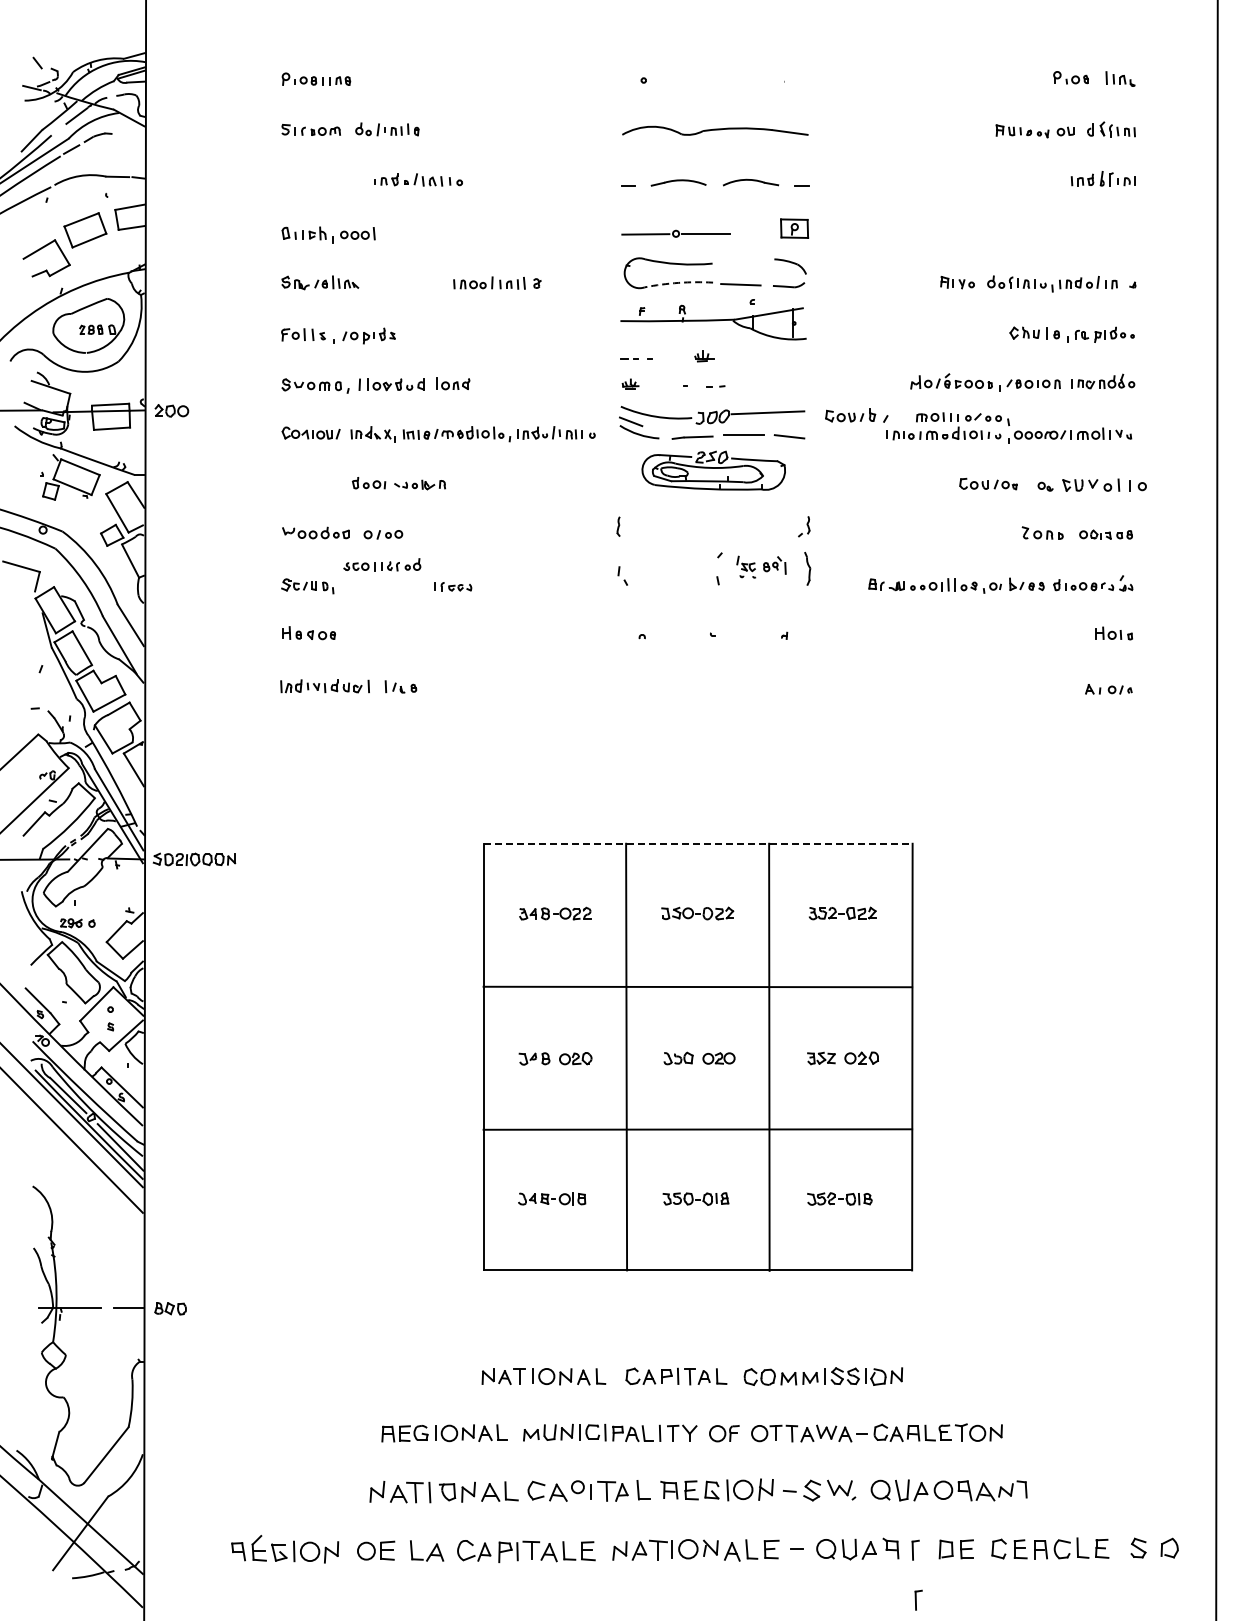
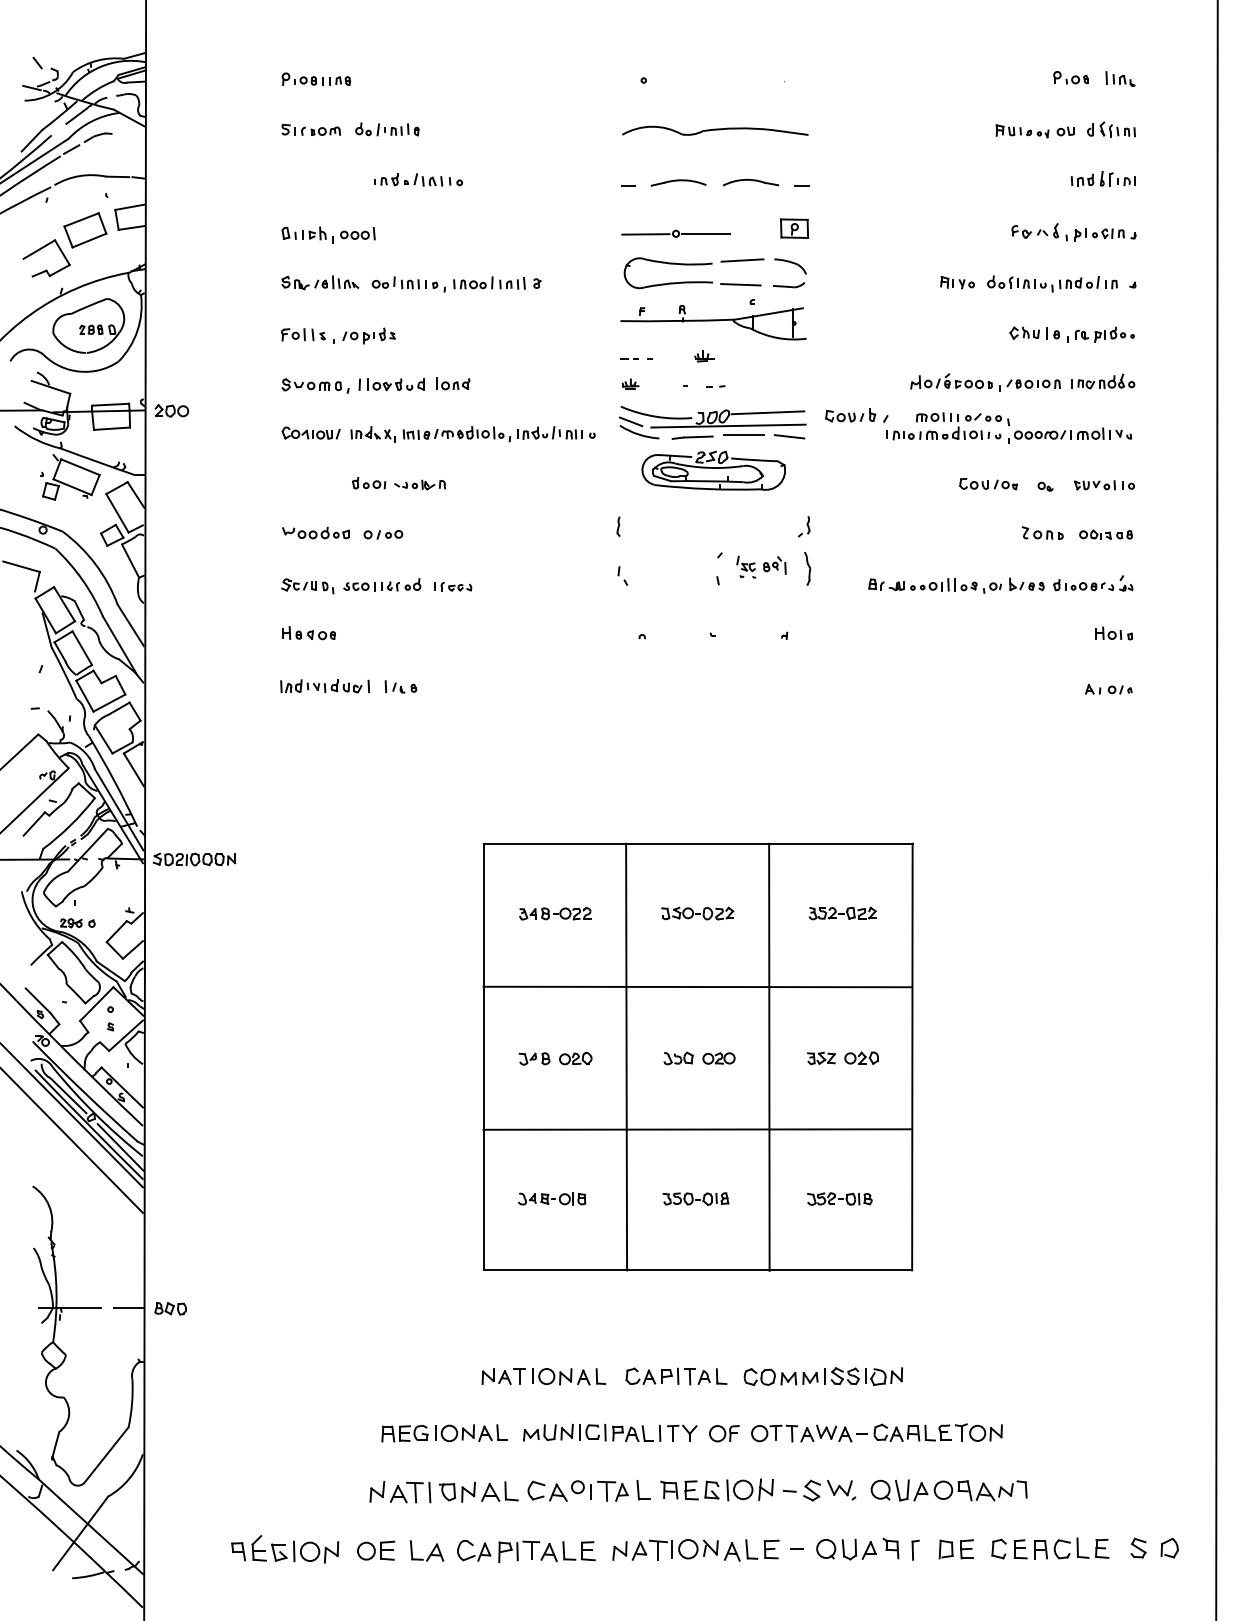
part at (1073, 232): none -> present
line at (742, 260): none -> present
arc at (678, 282): dashed -> solid
part at (408, 284): none -> present
line at (728, 425): none -> present
part at (1104, 484) size: 85x14 px -> 61x11 px
part at (382, 564) position: (382, 564) -> (382, 584)
line at (698, 843): dashed -> solid
part at (918, 1599): present -> none
